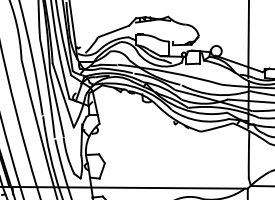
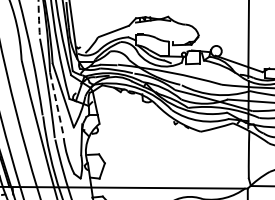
arc at (39, 19): solid -> dashed
line at (56, 104): solid -> dashed
